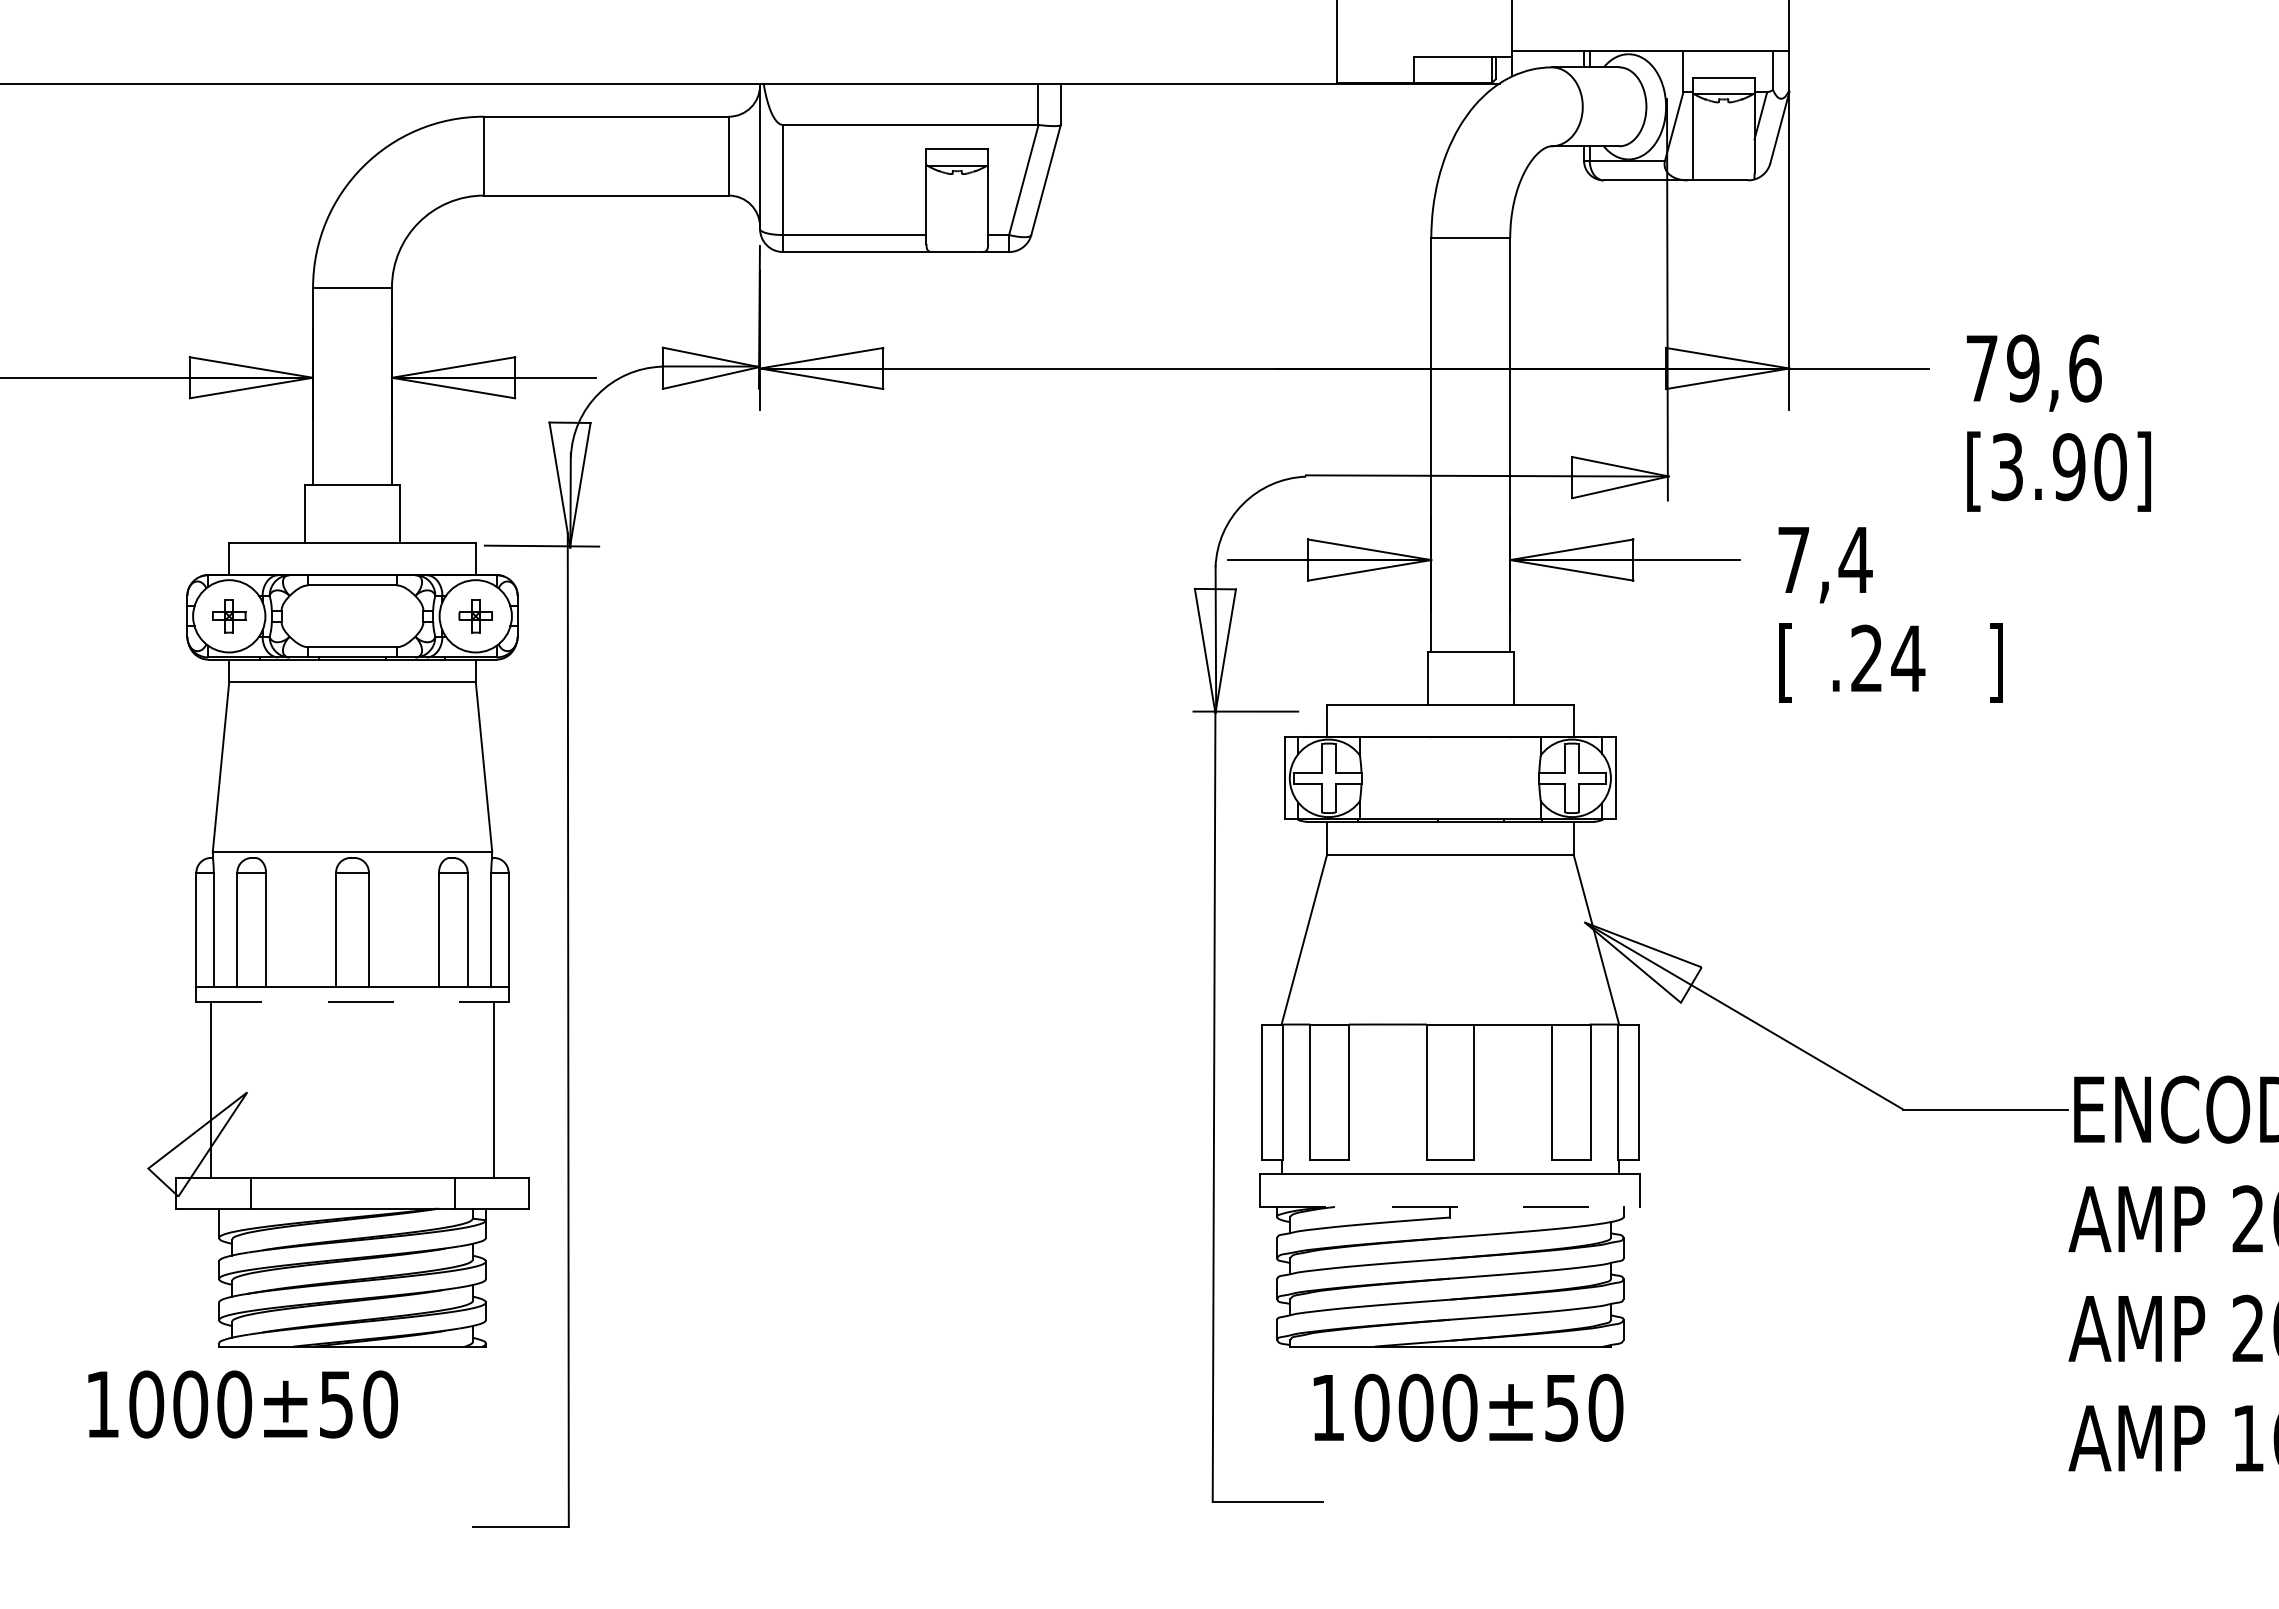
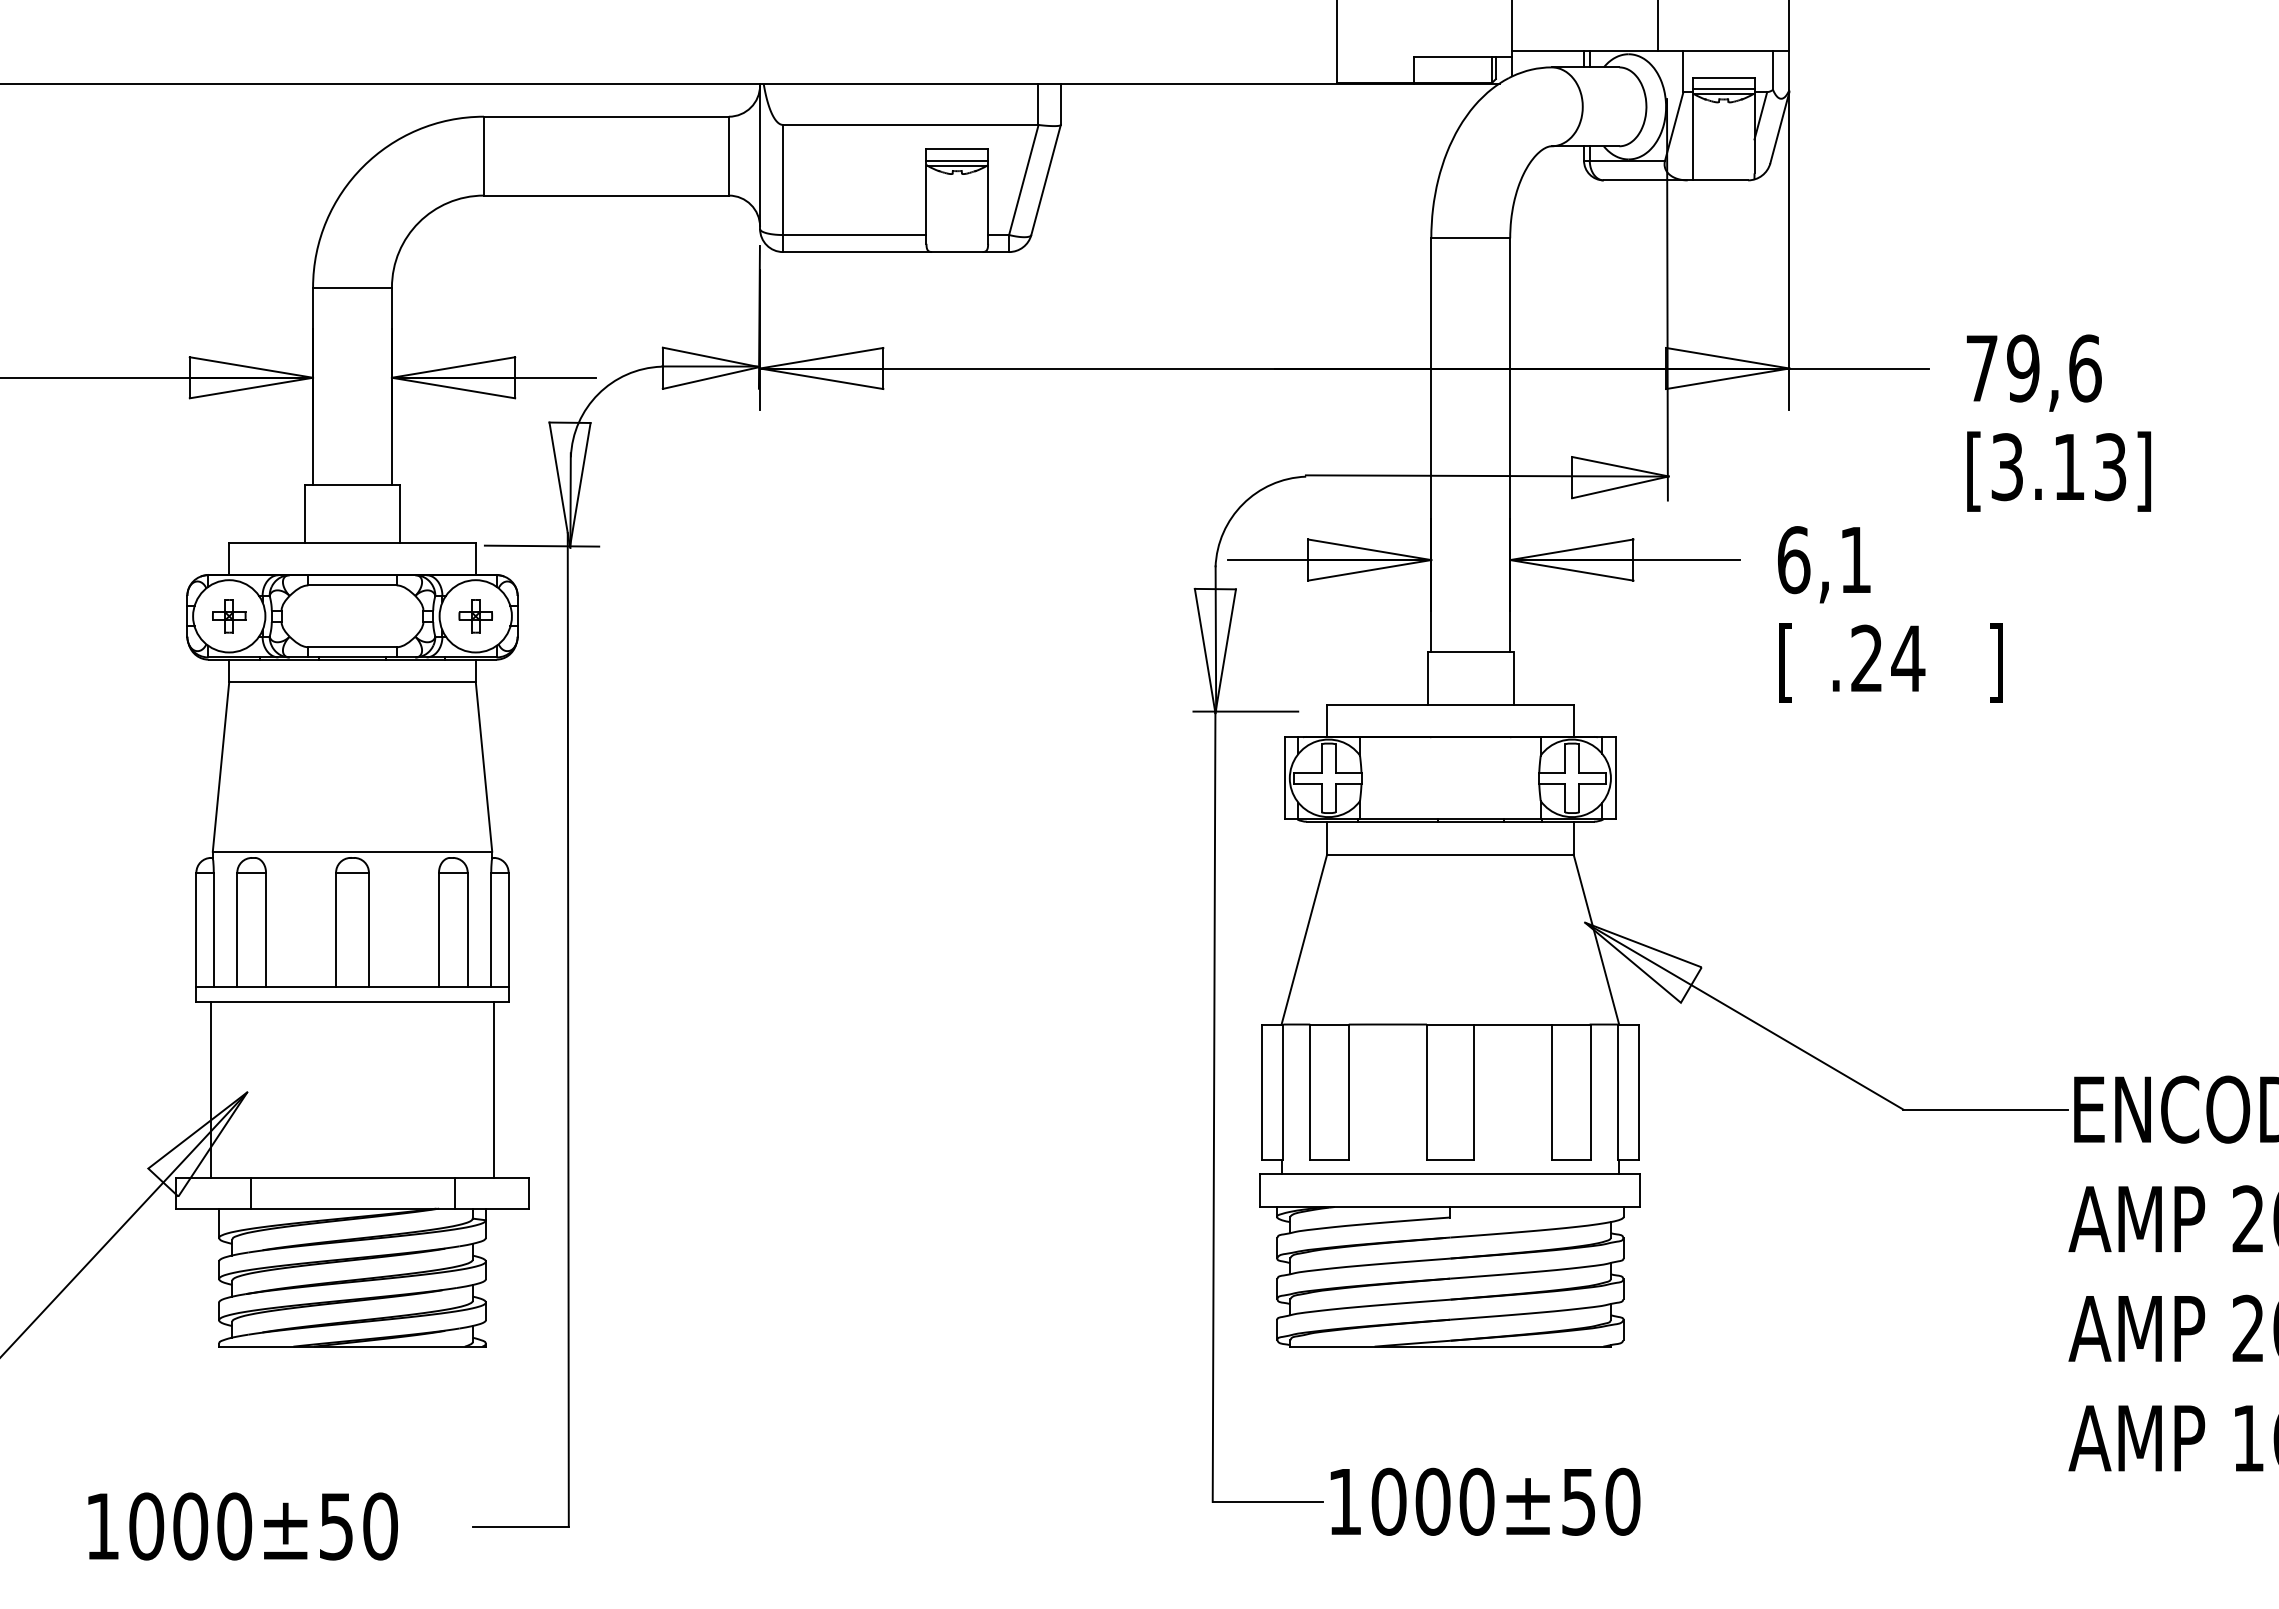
line at (1657, 26): none -> present
line at (1723, 89): none -> present
line at (957, 160): none -> present
text at (2089, 467): [3.90] -> [3.13]
text at (1825, 560): 7,4 -> 6,1
line at (353, 1001): dashed -> solid
line at (1450, 1206): dashed -> solid
line at (124, 1223): none -> present
text at (242, 1404) position: (242, 1404) -> (242, 1526)
text at (1468, 1407) position: (1468, 1407) -> (1485, 1501)
